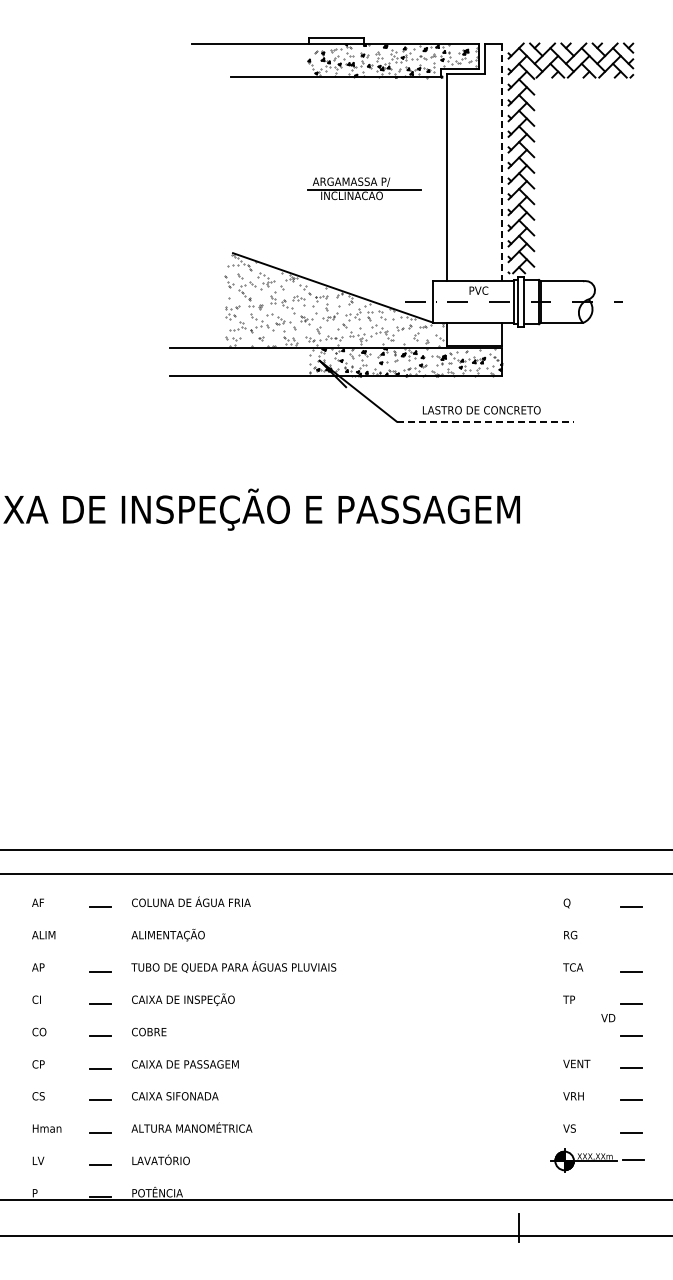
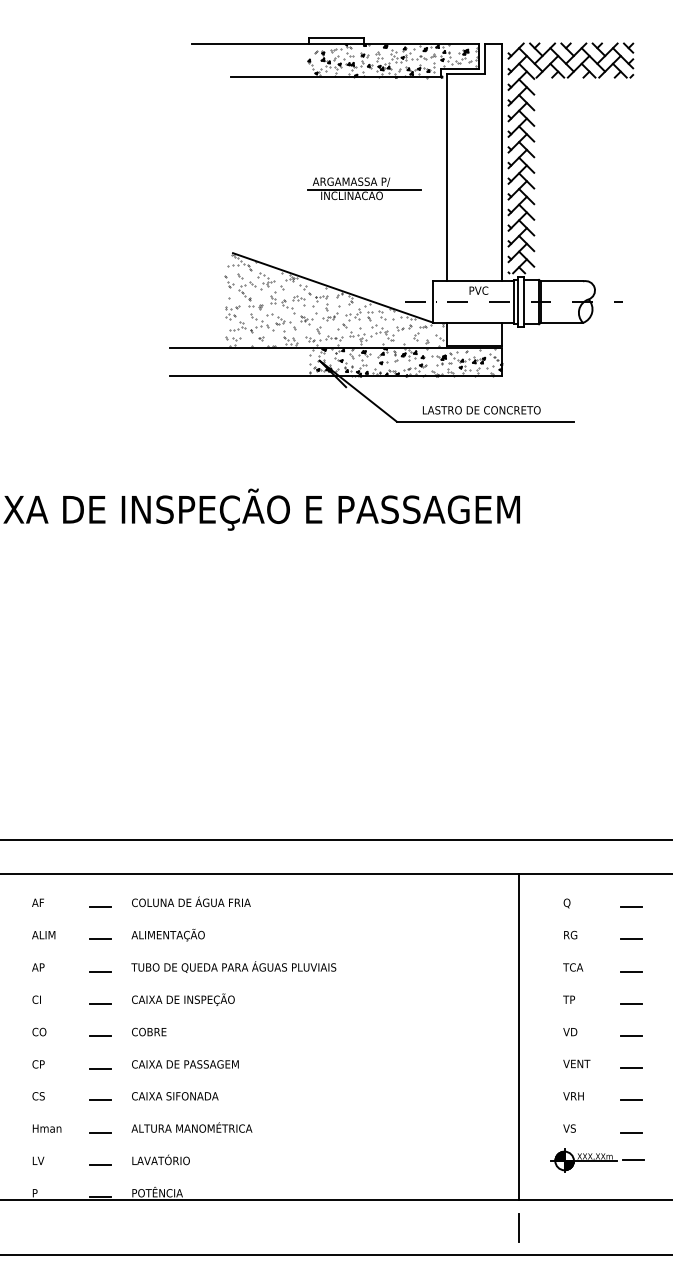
line at (502, 162): dashed -> solid
line at (485, 421): dashed -> solid
line at (335, 850) position: (335, 850) -> (335, 840)
line at (100, 938): none -> present
line at (631, 938): none -> present
text at (608, 1018) position: (608, 1018) -> (570, 1032)
line at (519, 1036): none -> present
line at (335, 1236) position: (335, 1236) -> (335, 1255)
